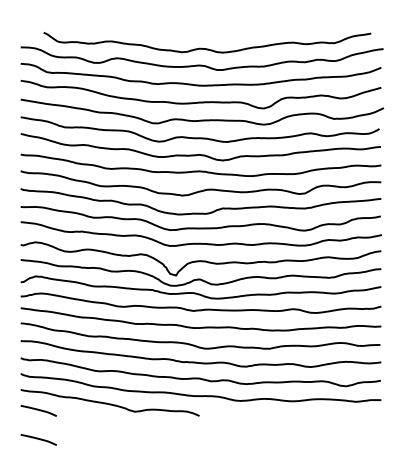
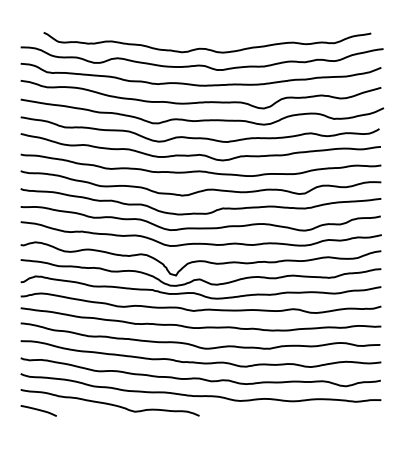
curve at (38, 439): present -> none
